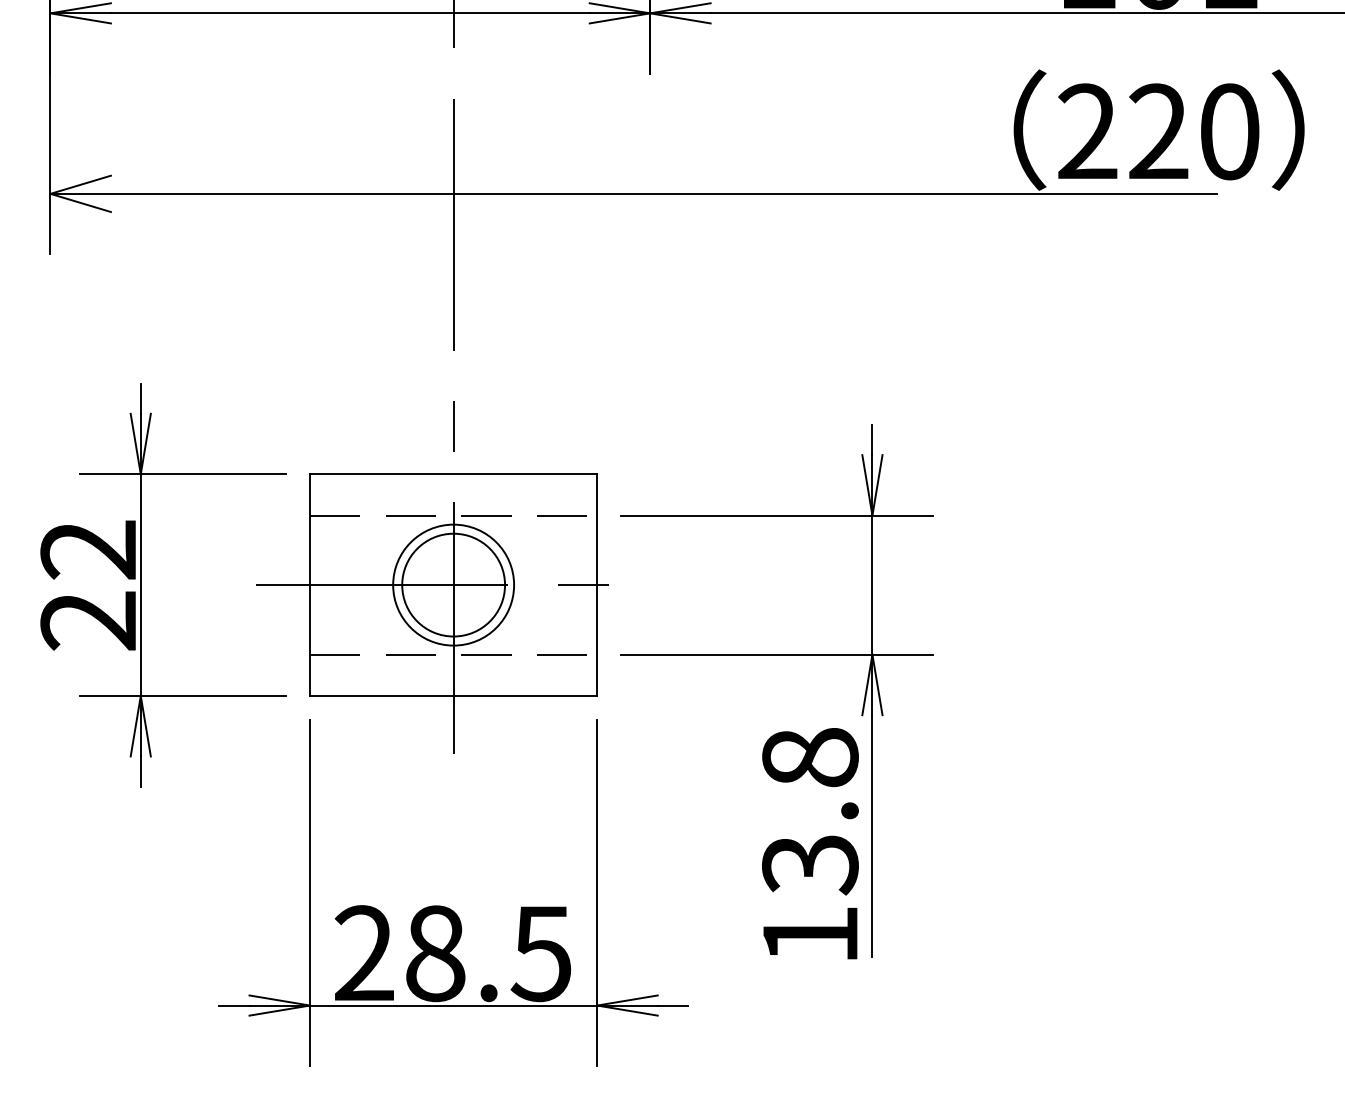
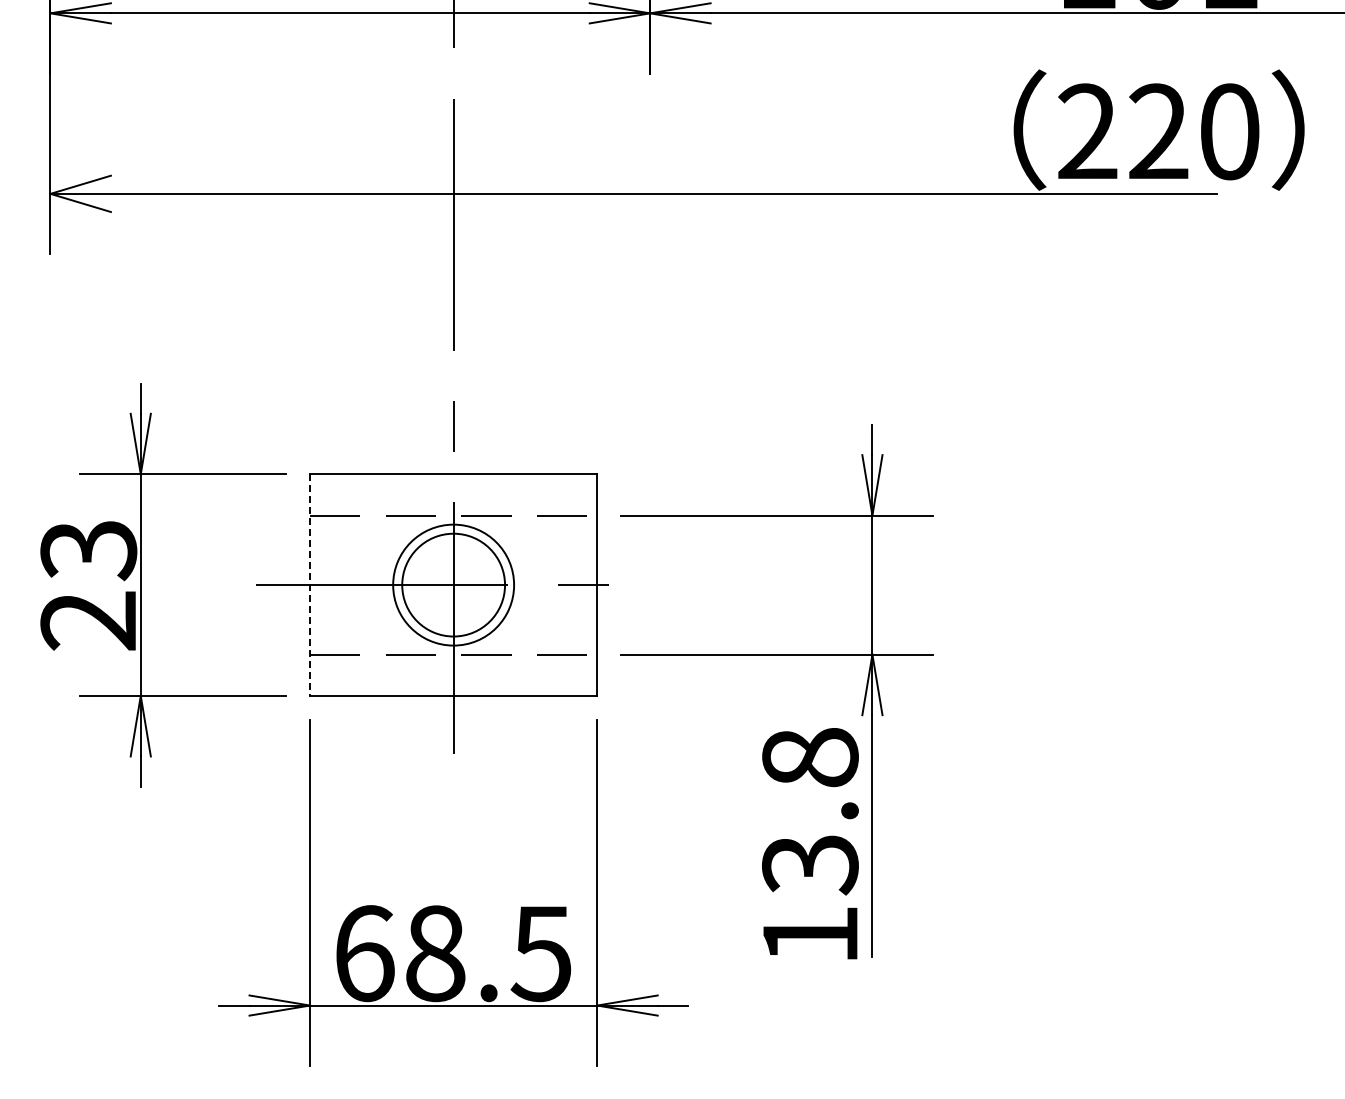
text at (88, 550): 22 -> 23
line at (310, 585): solid -> dashed
text at (364, 953): 28.5 -> 68.5
